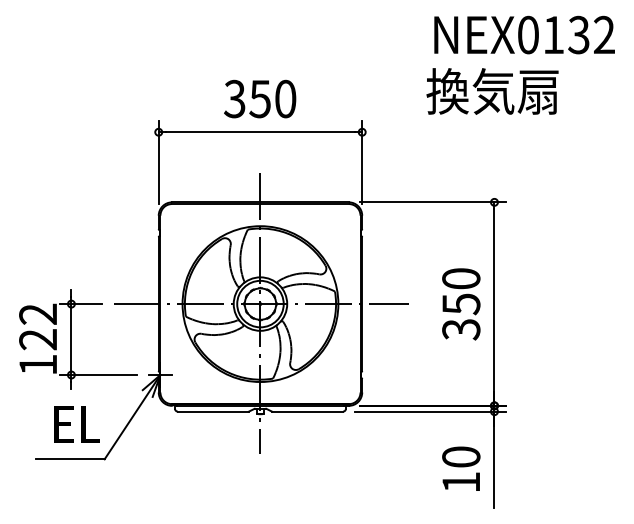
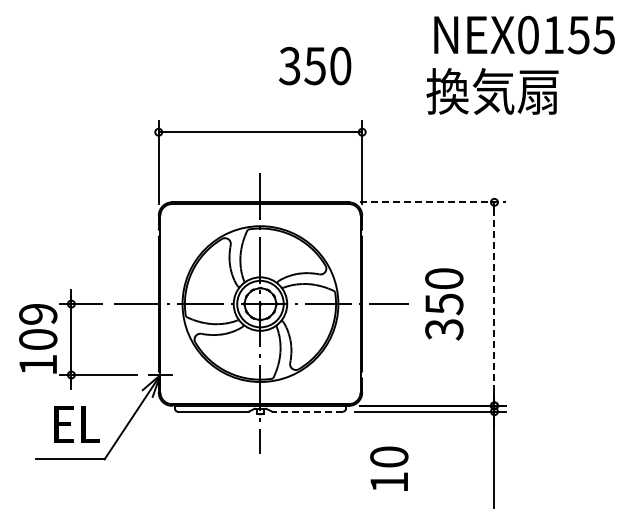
text at (591, 34): NEX0132 -> NEX0155
text at (260, 98) position: (260, 98) -> (315, 65)
line at (433, 202): solid -> dashed
text at (461, 304) position: (461, 304) -> (444, 304)
line at (494, 304): solid -> dashed
text at (38, 326): 122 -> 109
line at (307, 411): solid -> dashed
text at (461, 468) position: (461, 468) -> (389, 468)
